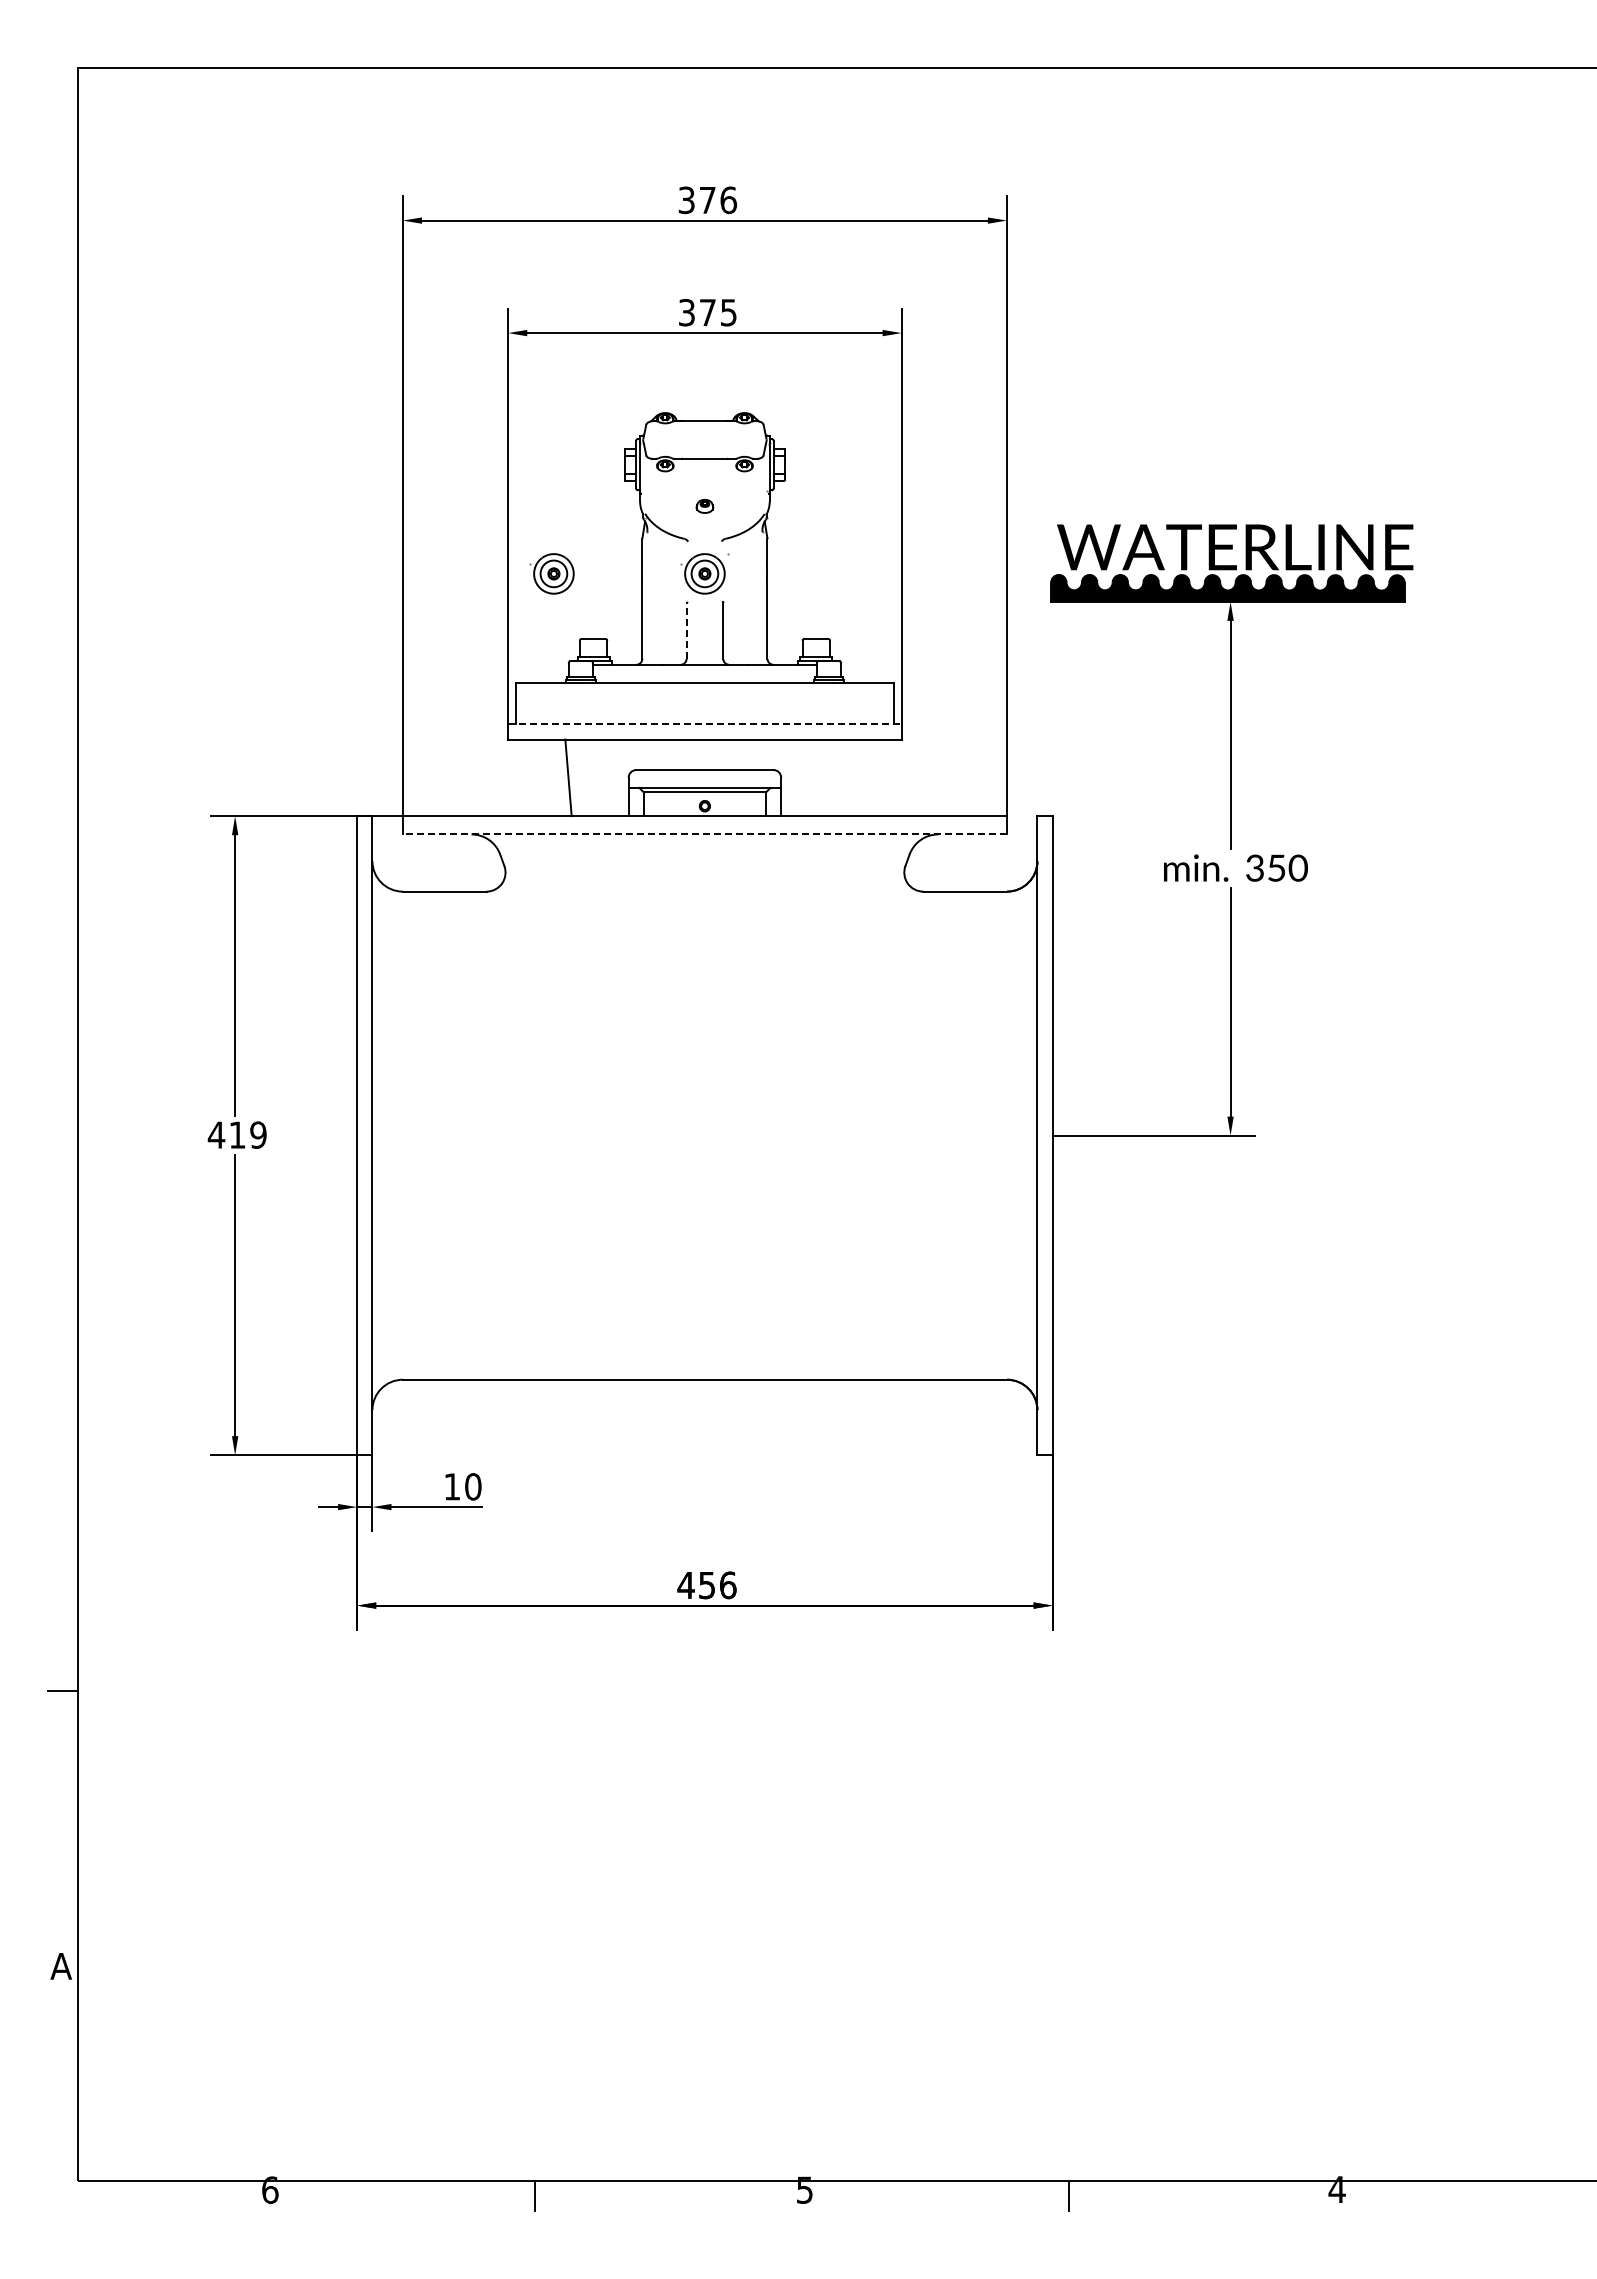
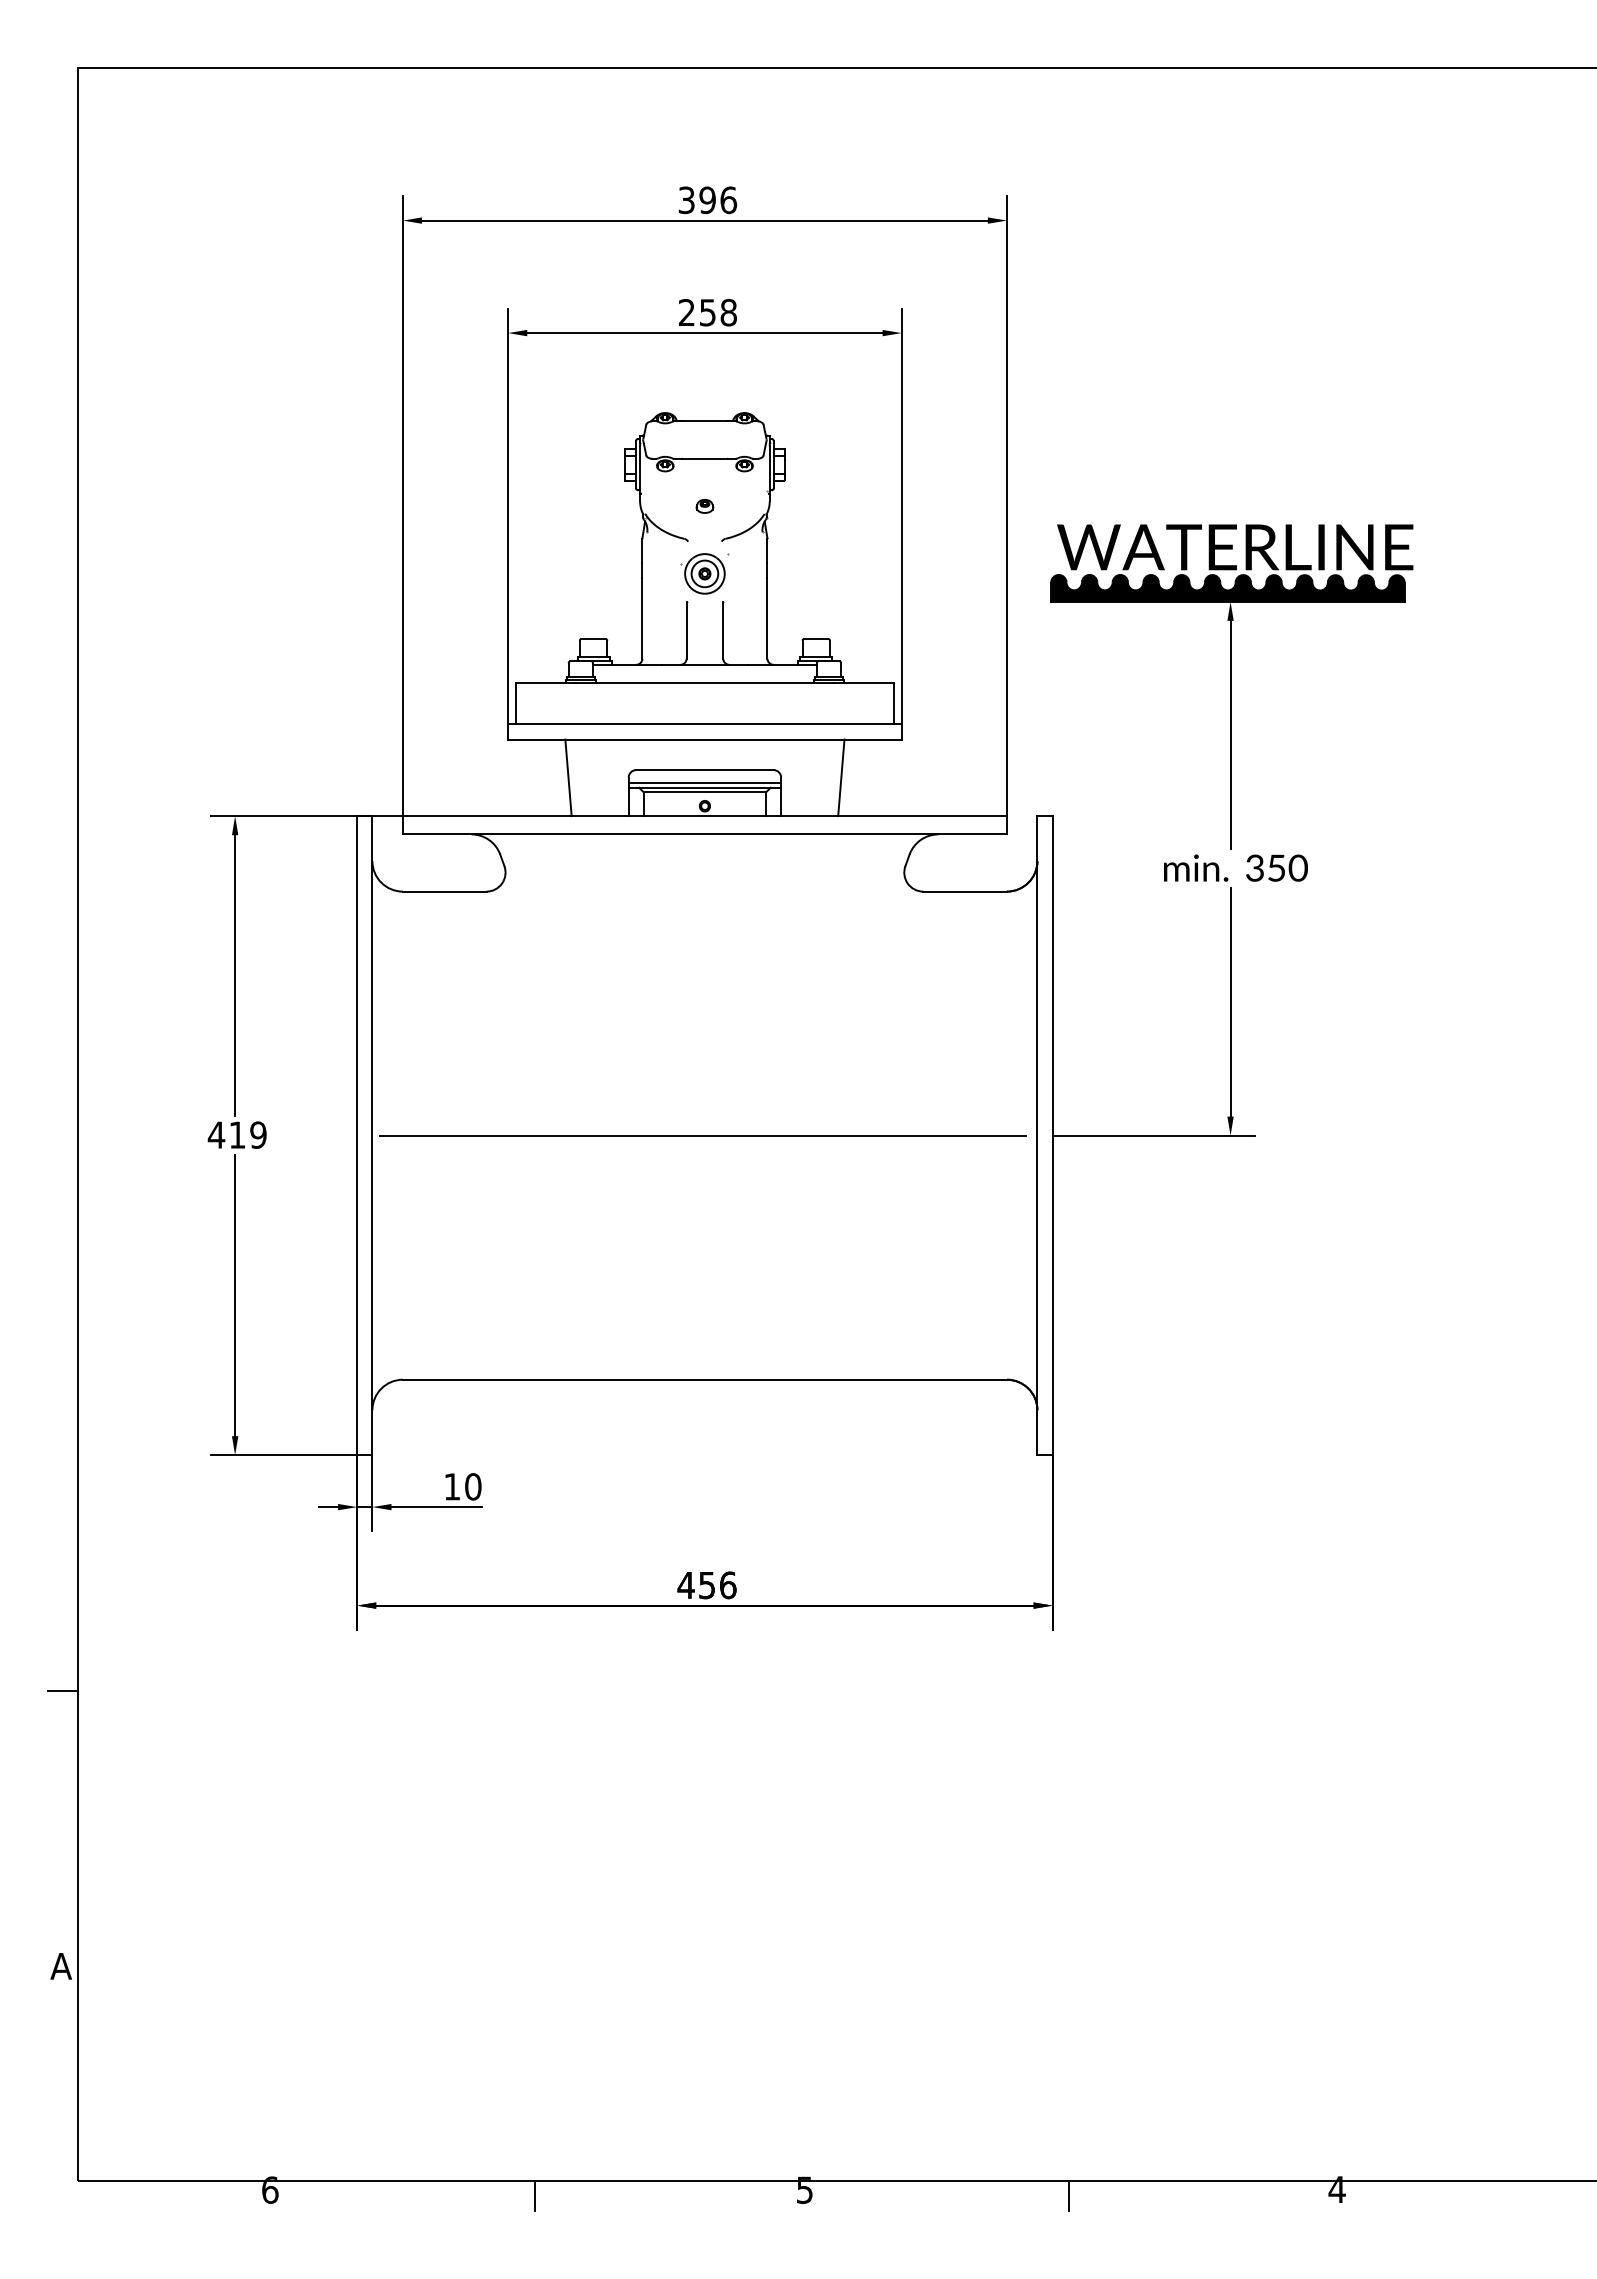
text at (707, 200): 376 -> 396
text at (708, 312): 375 -> 258
part at (551, 573): present -> none
line at (686, 629): dashed -> solid
line at (704, 724): dashed -> solid
line at (841, 777): none -> present
line at (704, 783): none -> present
line at (704, 834): dashed -> solid
line at (703, 1135): none -> present
